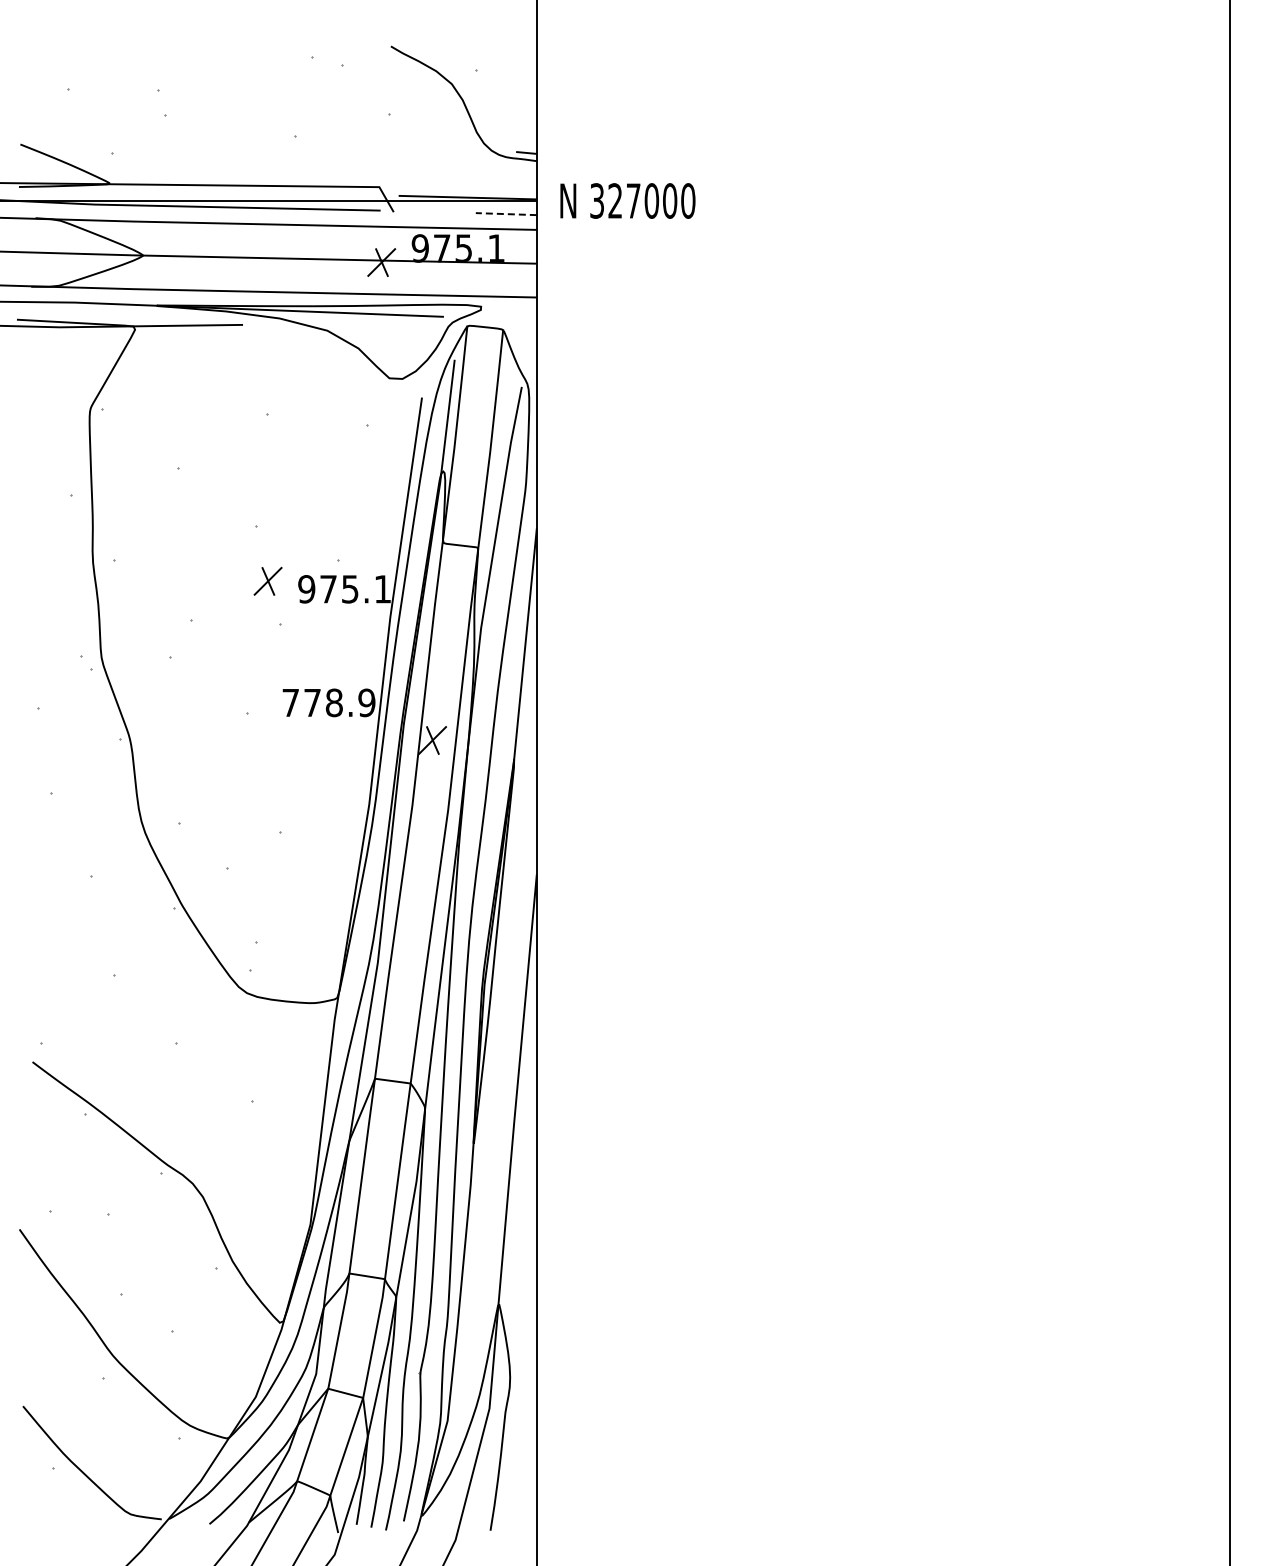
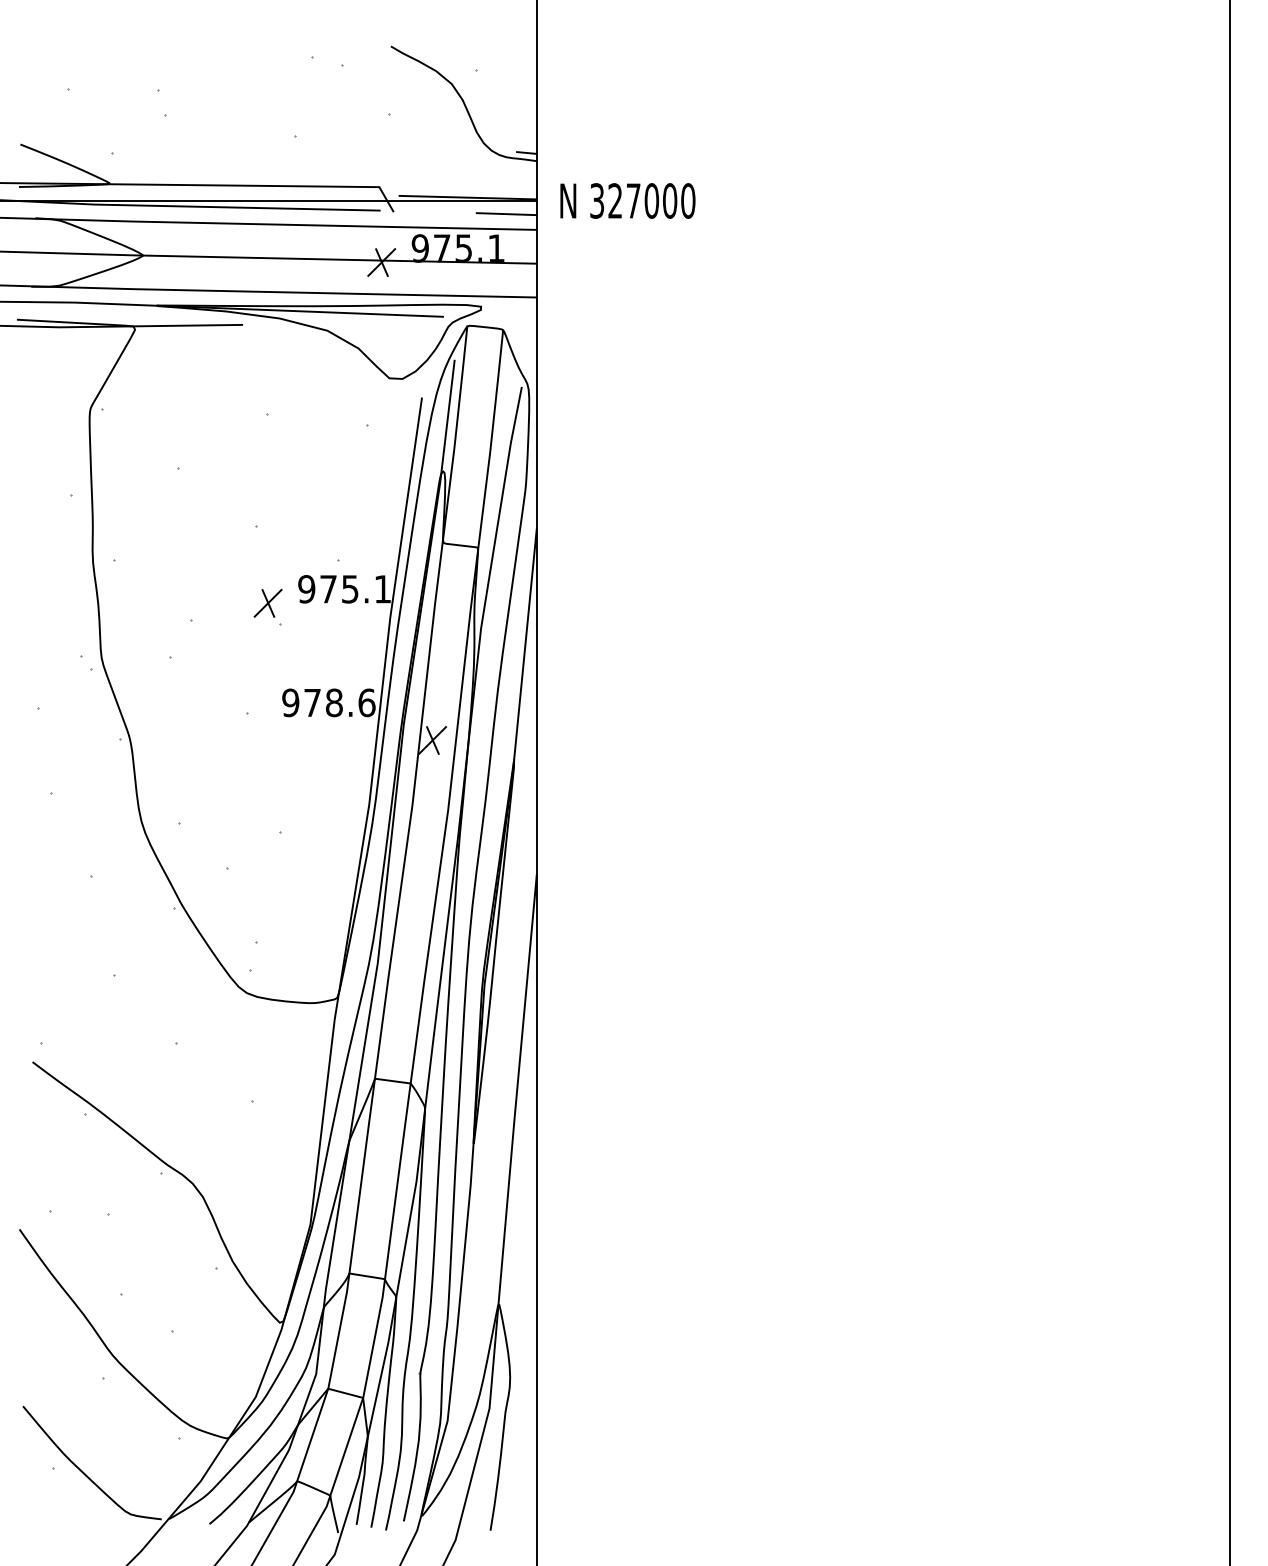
line at (506, 214): dashed -> solid
part at (267, 580) position: (267, 580) -> (267, 602)
text at (328, 702): 778.9 -> 978.6
